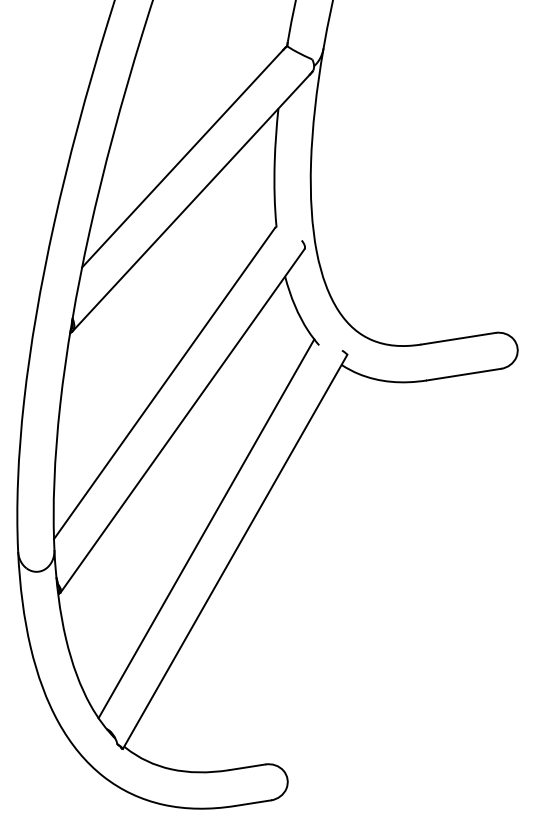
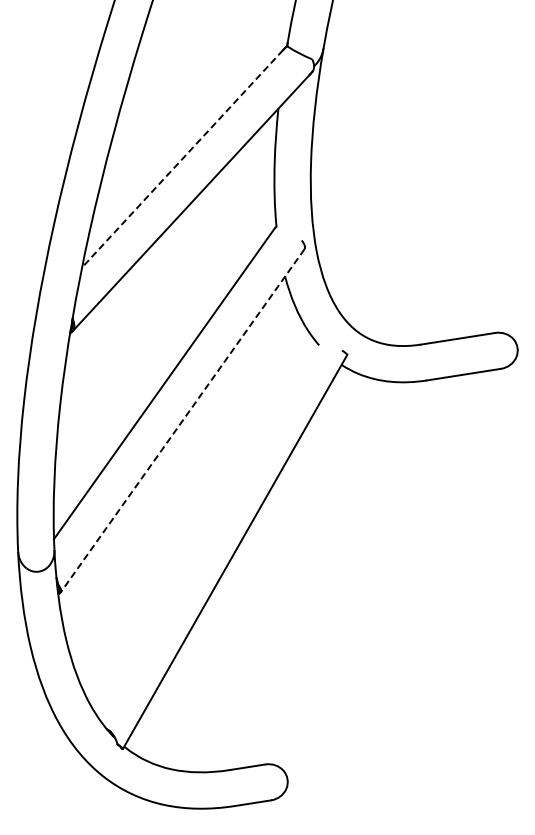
line at (182, 159): solid -> dashed
line at (182, 420): solid -> dashed
line at (206, 528): present -> none
